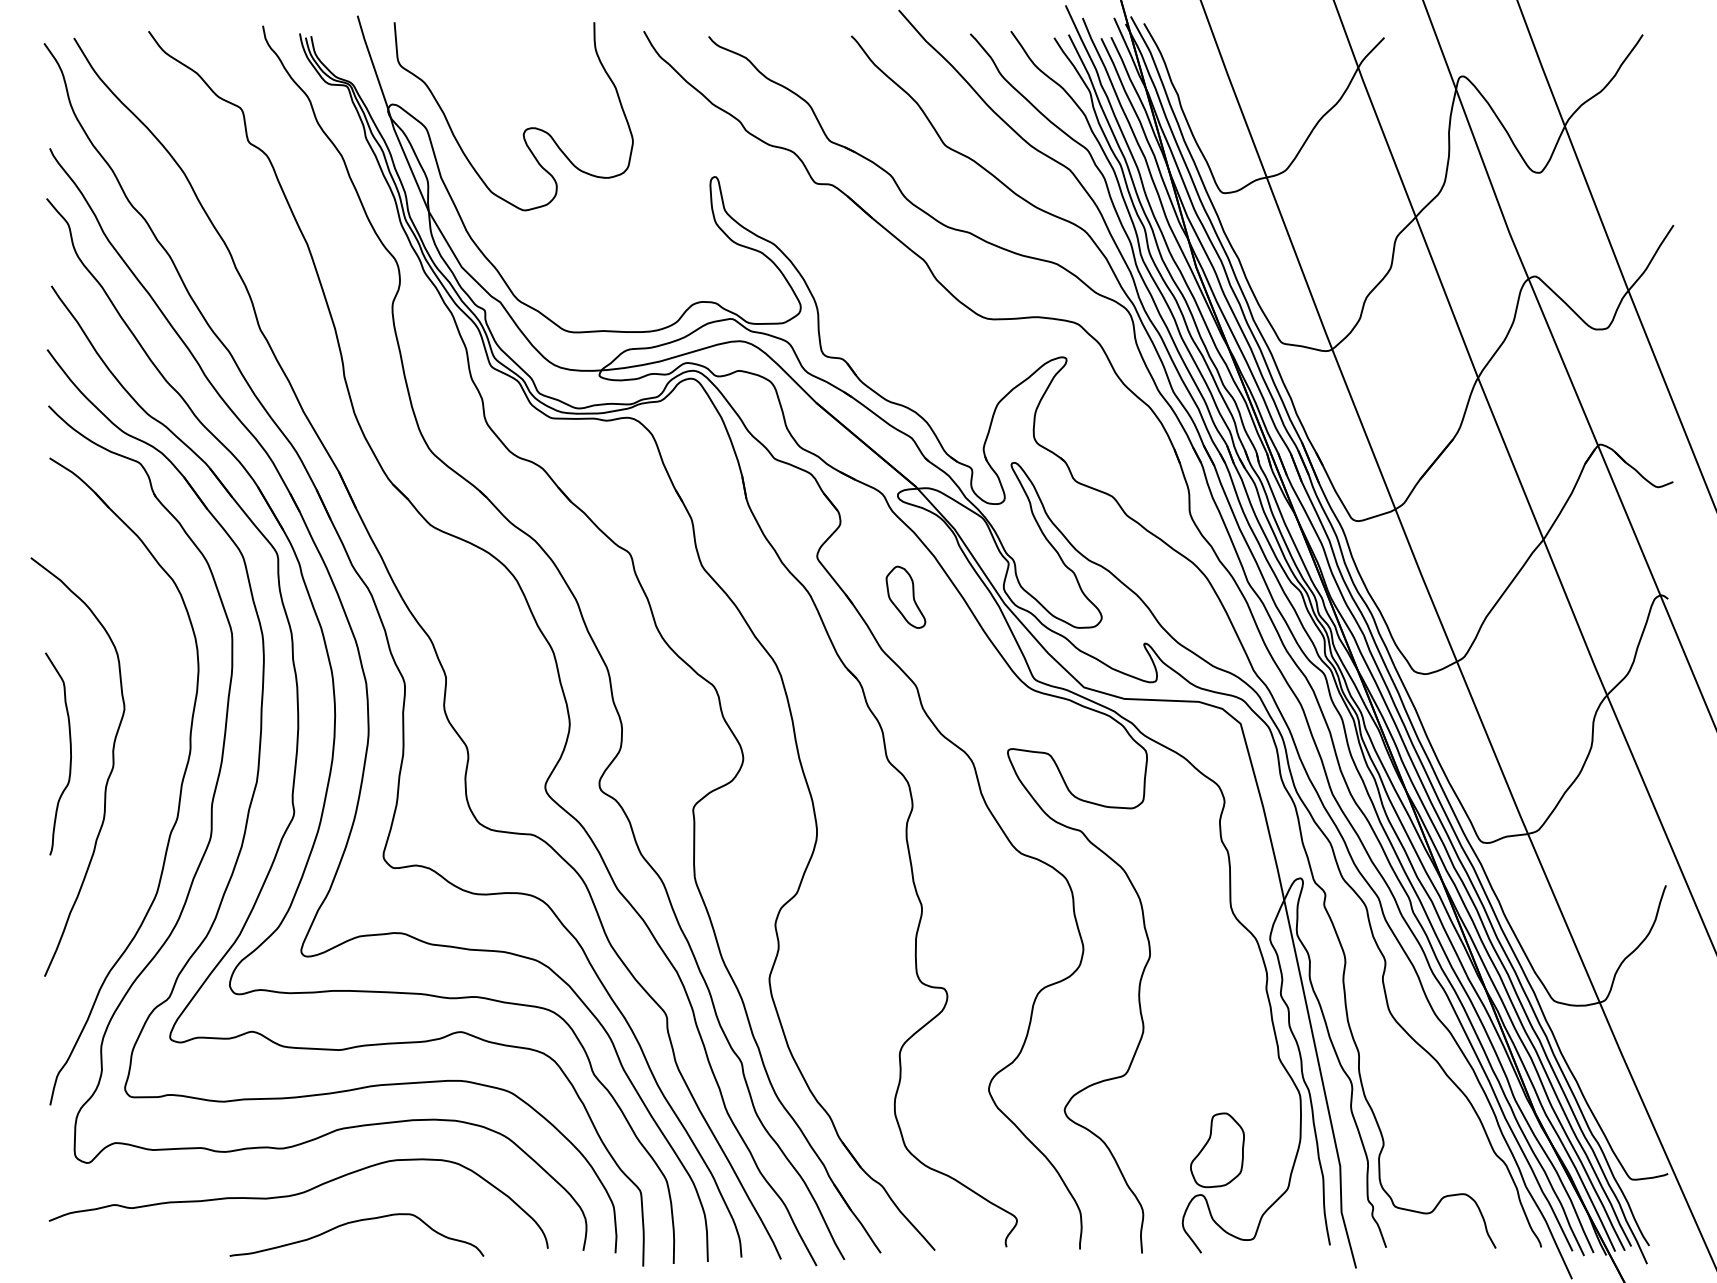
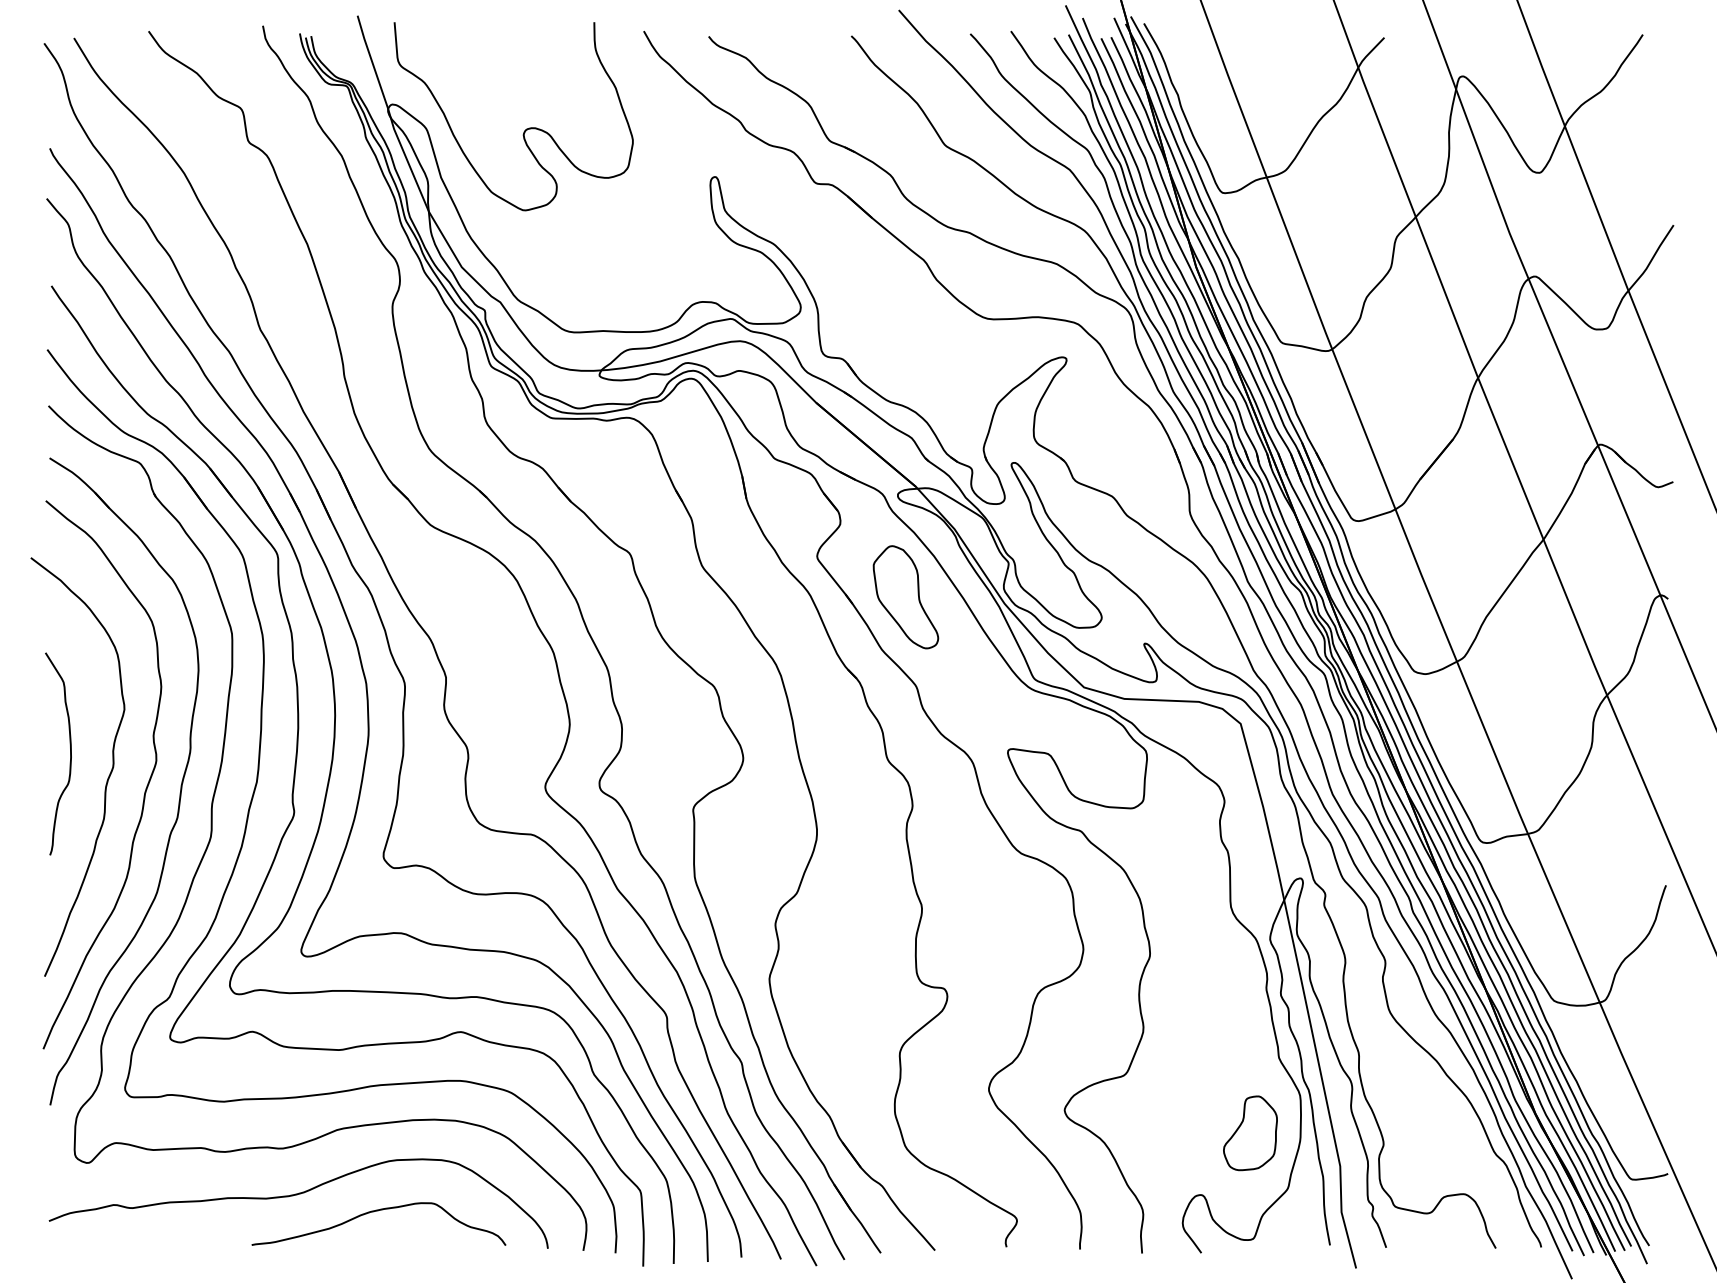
part at (905, 596) size: 42x64 px -> 68x105 px
curve at (145, 788): none -> present
part at (1217, 1150) position: (1217, 1150) -> (1250, 1133)
curve at (356, 1222) position: (356, 1222) -> (378, 1211)
